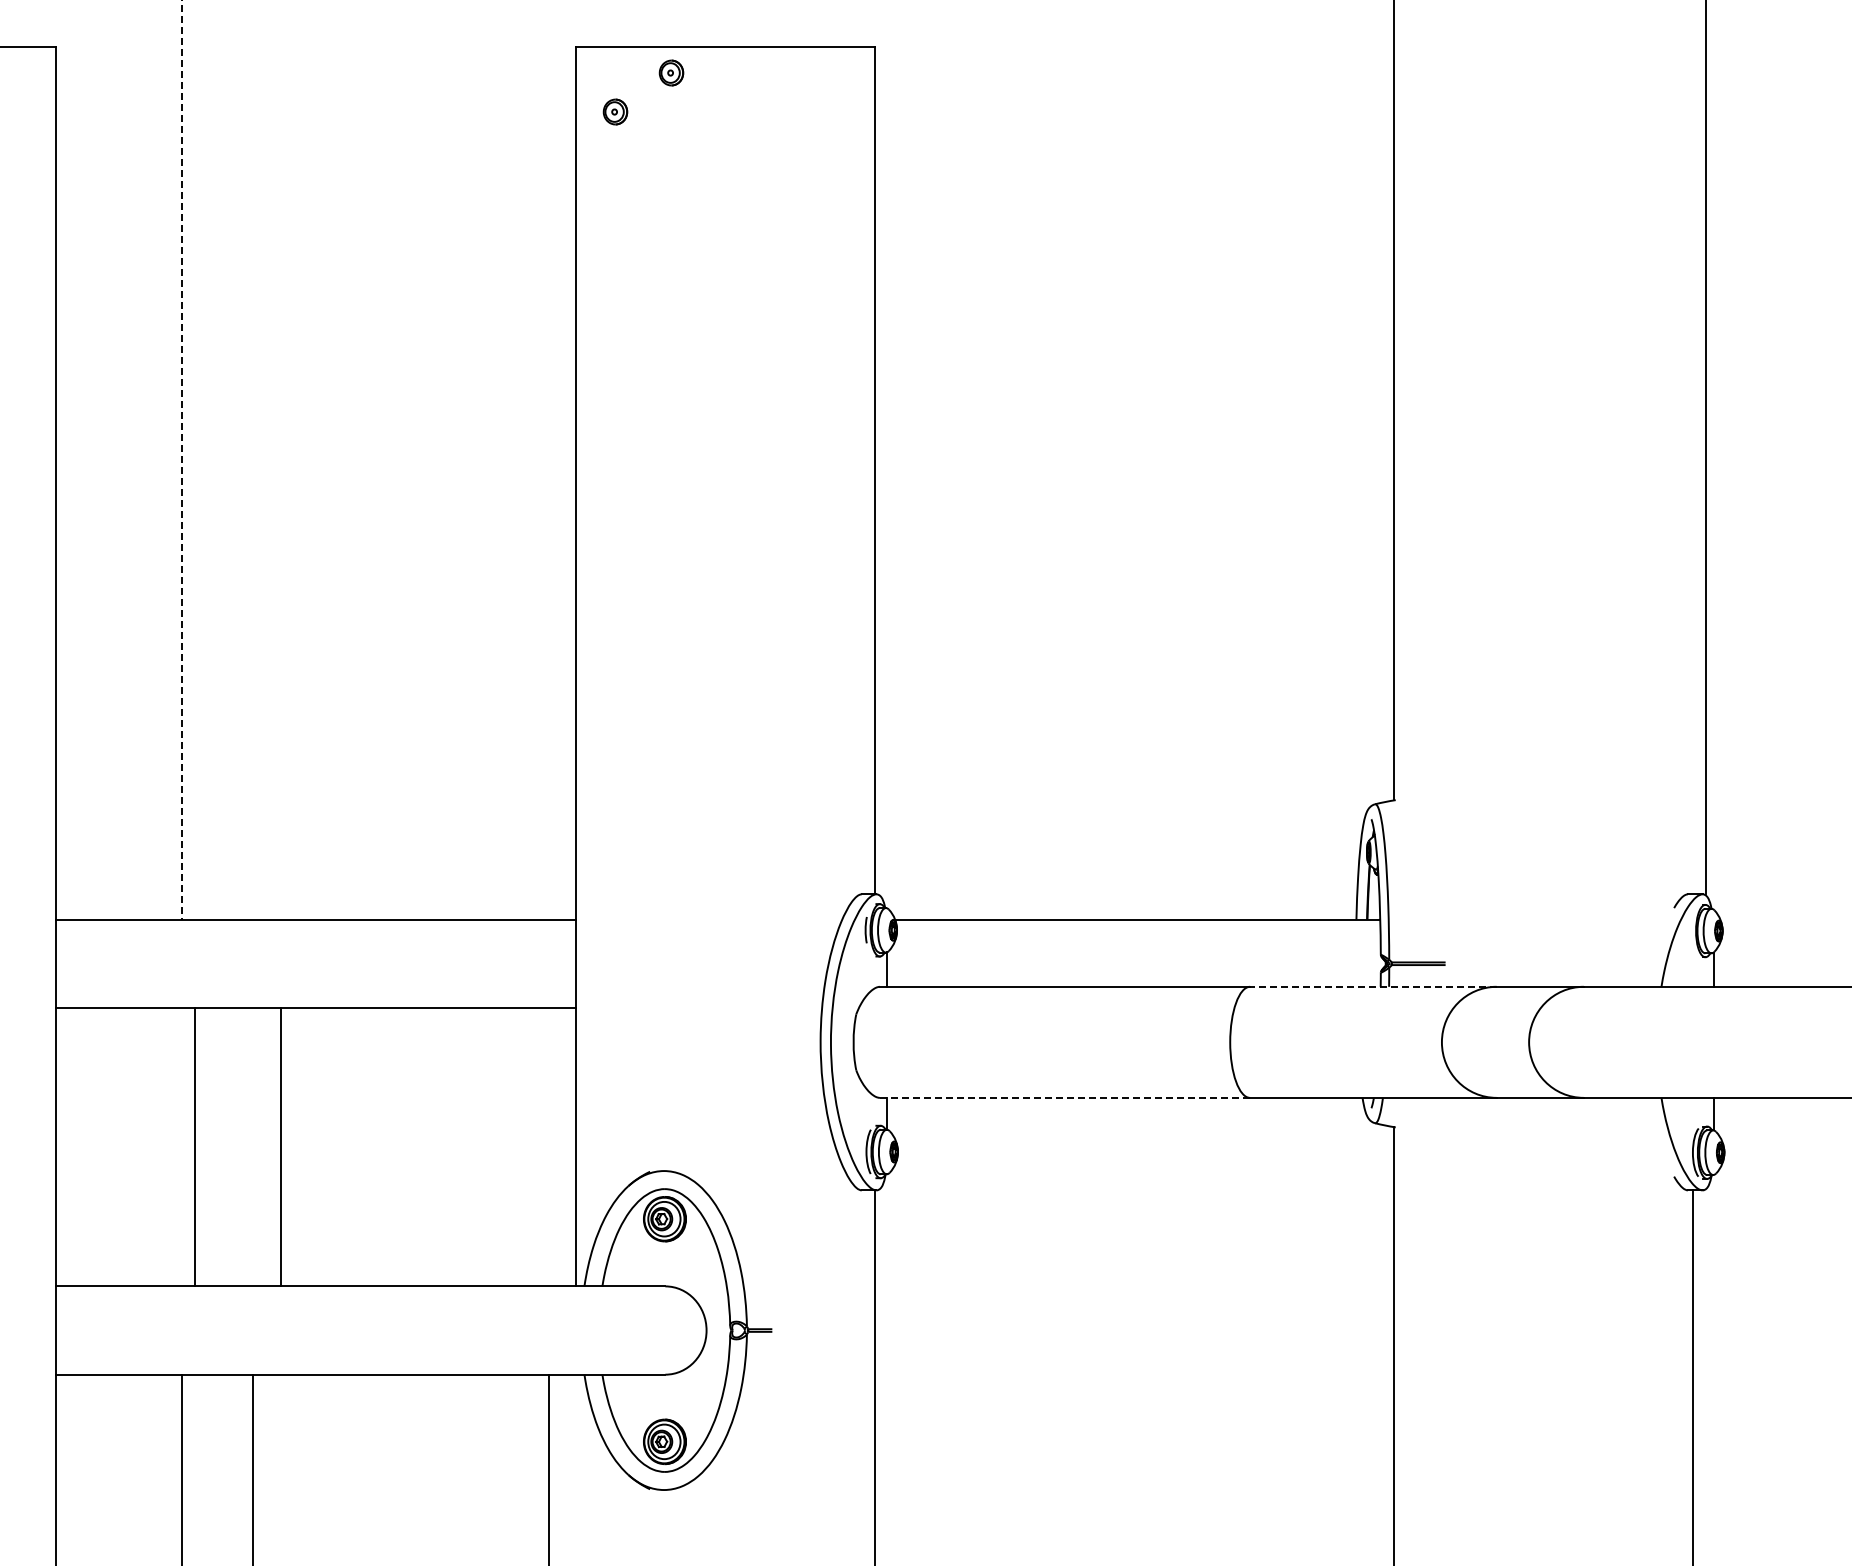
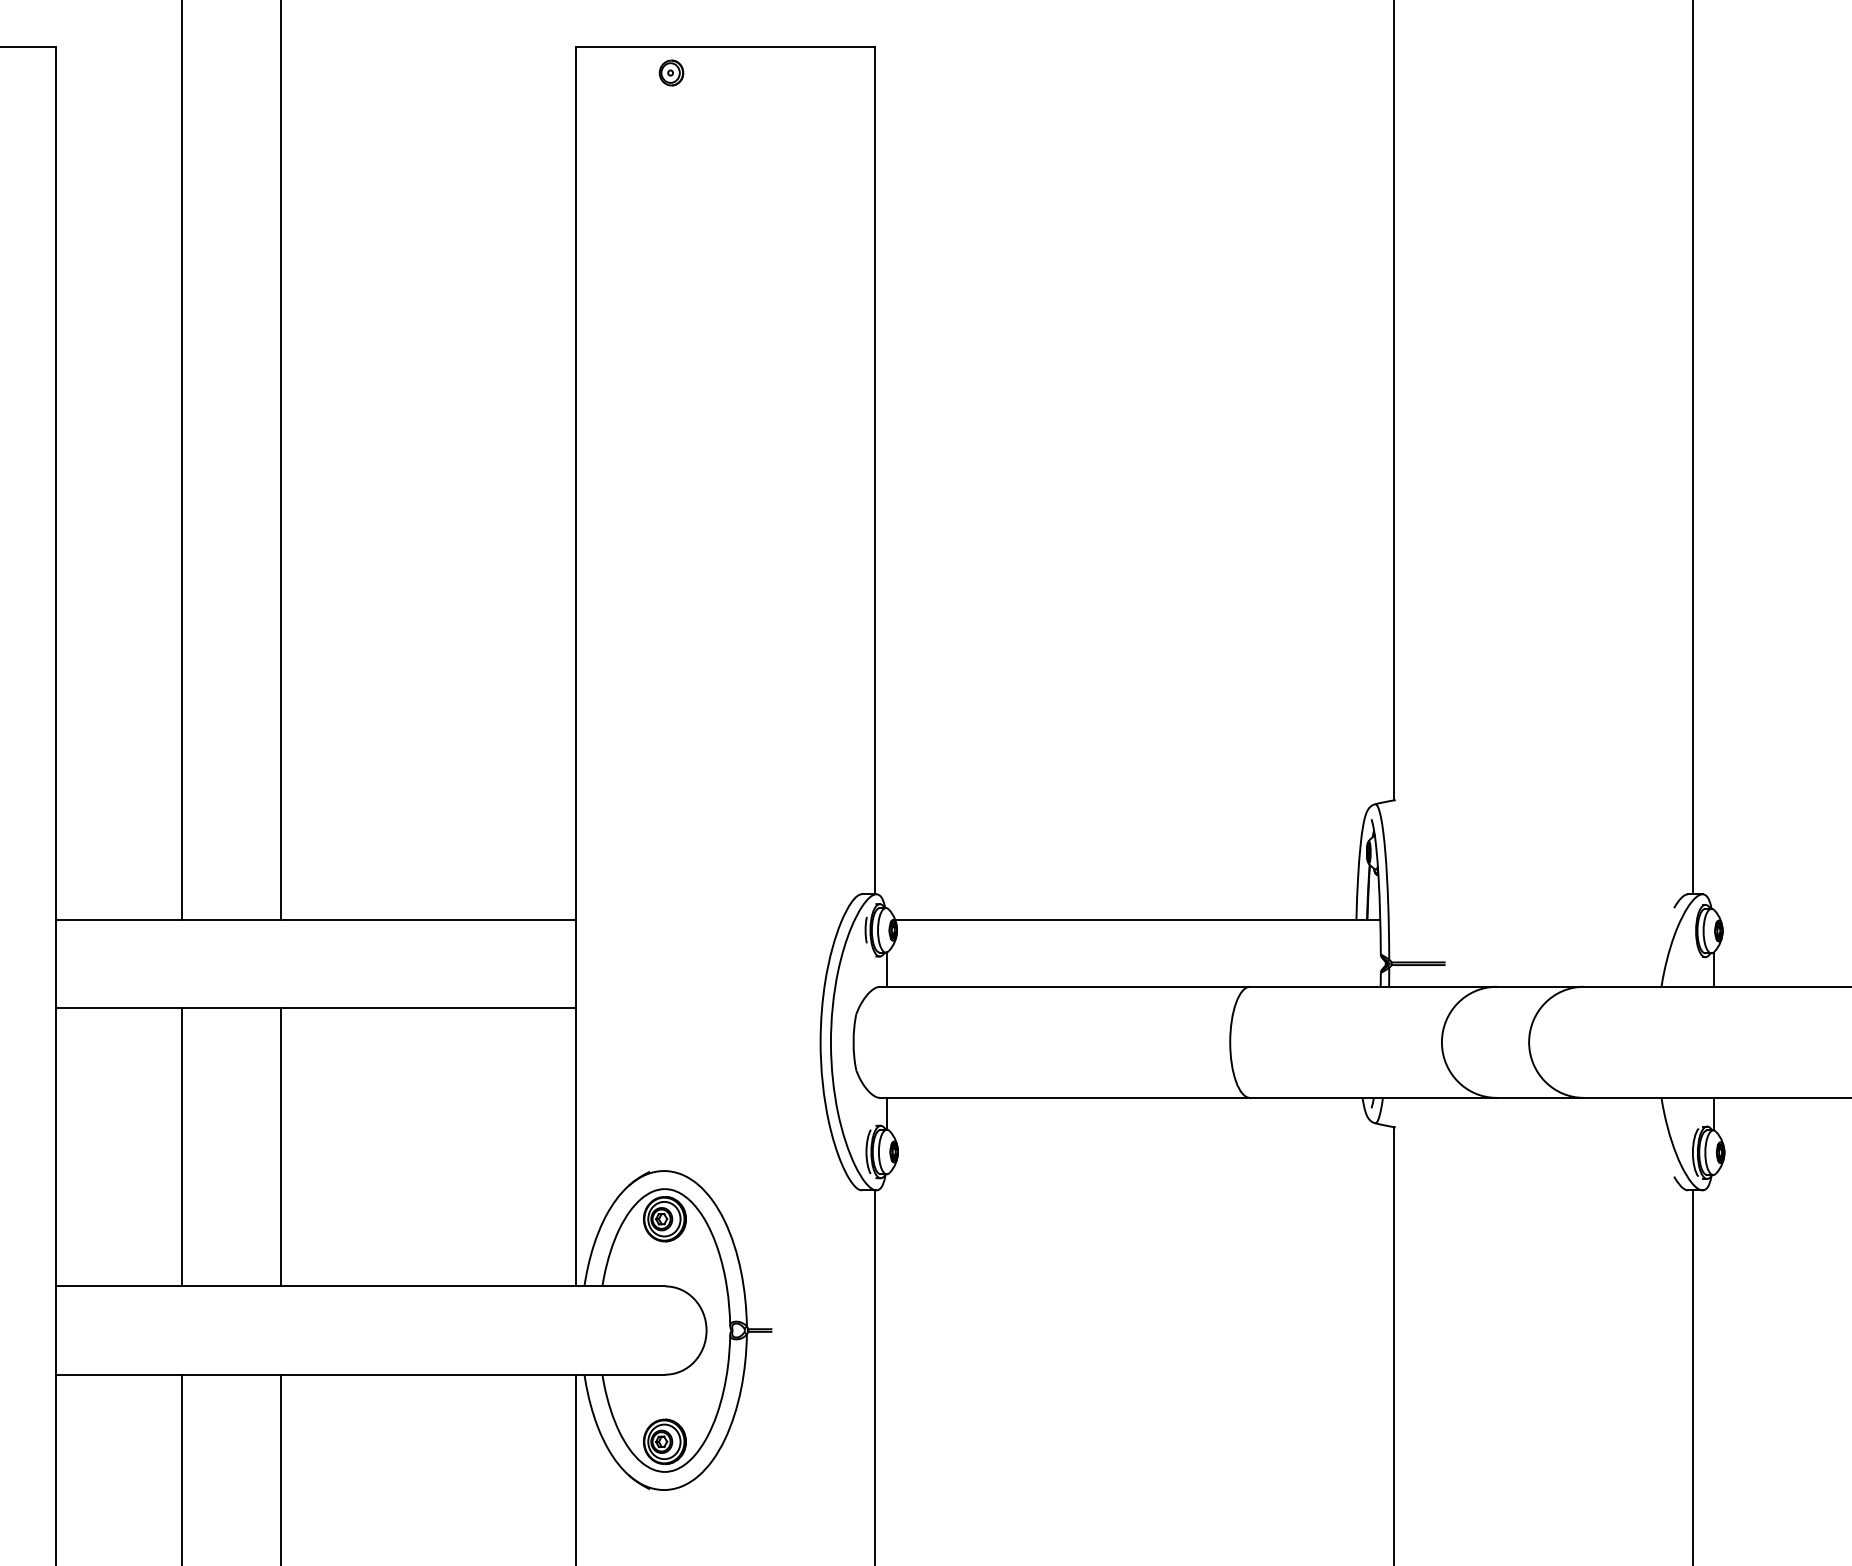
part at (615, 111): present -> none
line at (1706, 448) position: (1706, 448) -> (1693, 448)
line at (181, 459): dashed -> solid
line at (281, 460): none -> present
line at (1372, 986): dashed -> solid
line at (1065, 1097): dashed -> solid
line at (194, 1146) position: (194, 1146) -> (181, 1146)
line at (253, 1468) position: (253, 1468) -> (281, 1468)
line at (548, 1468) position: (548, 1468) -> (575, 1468)
